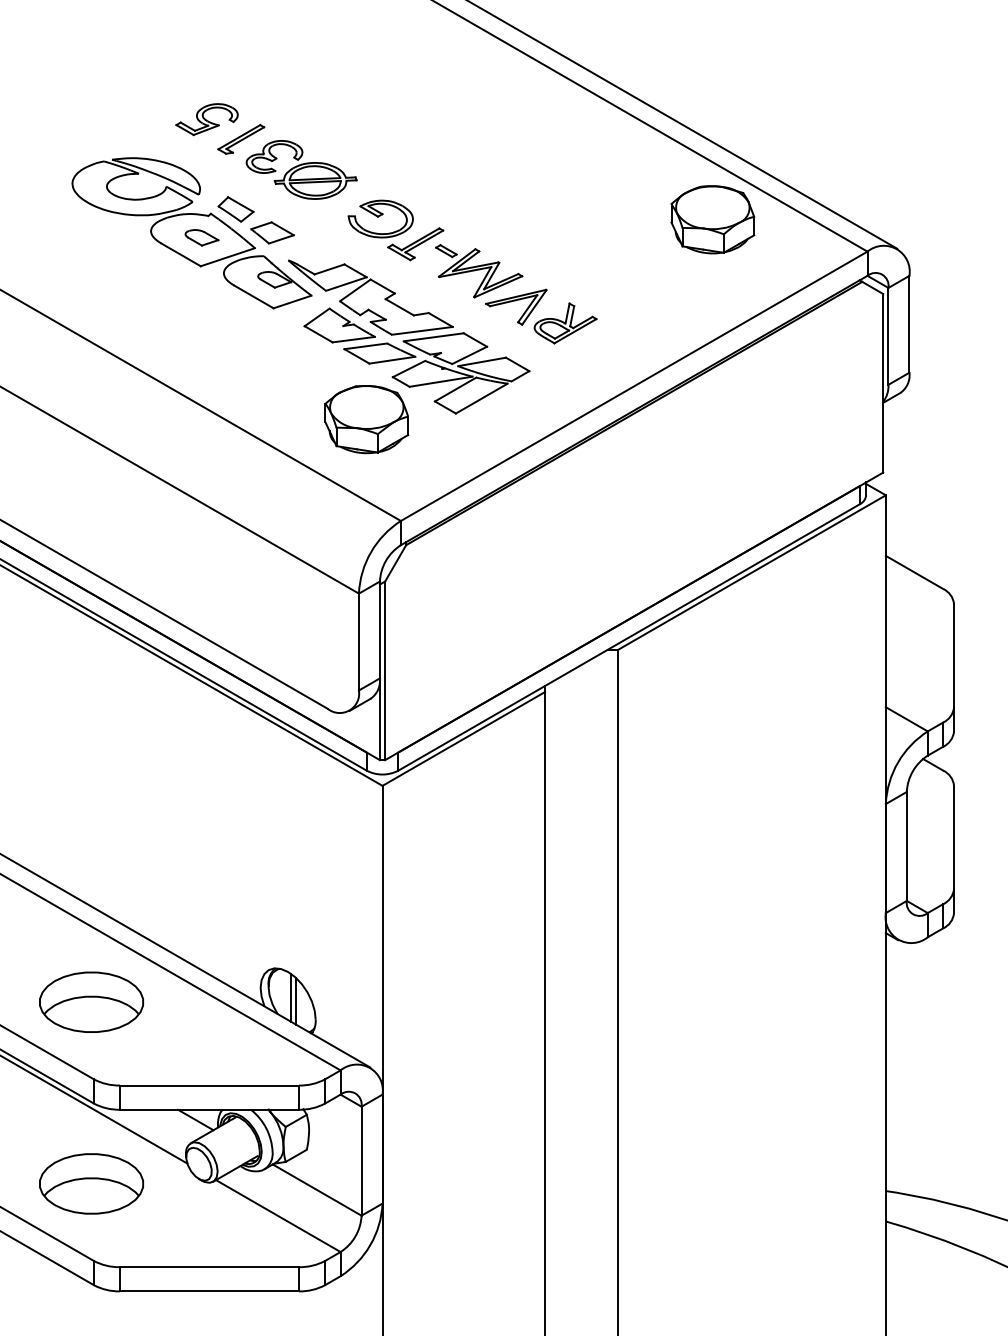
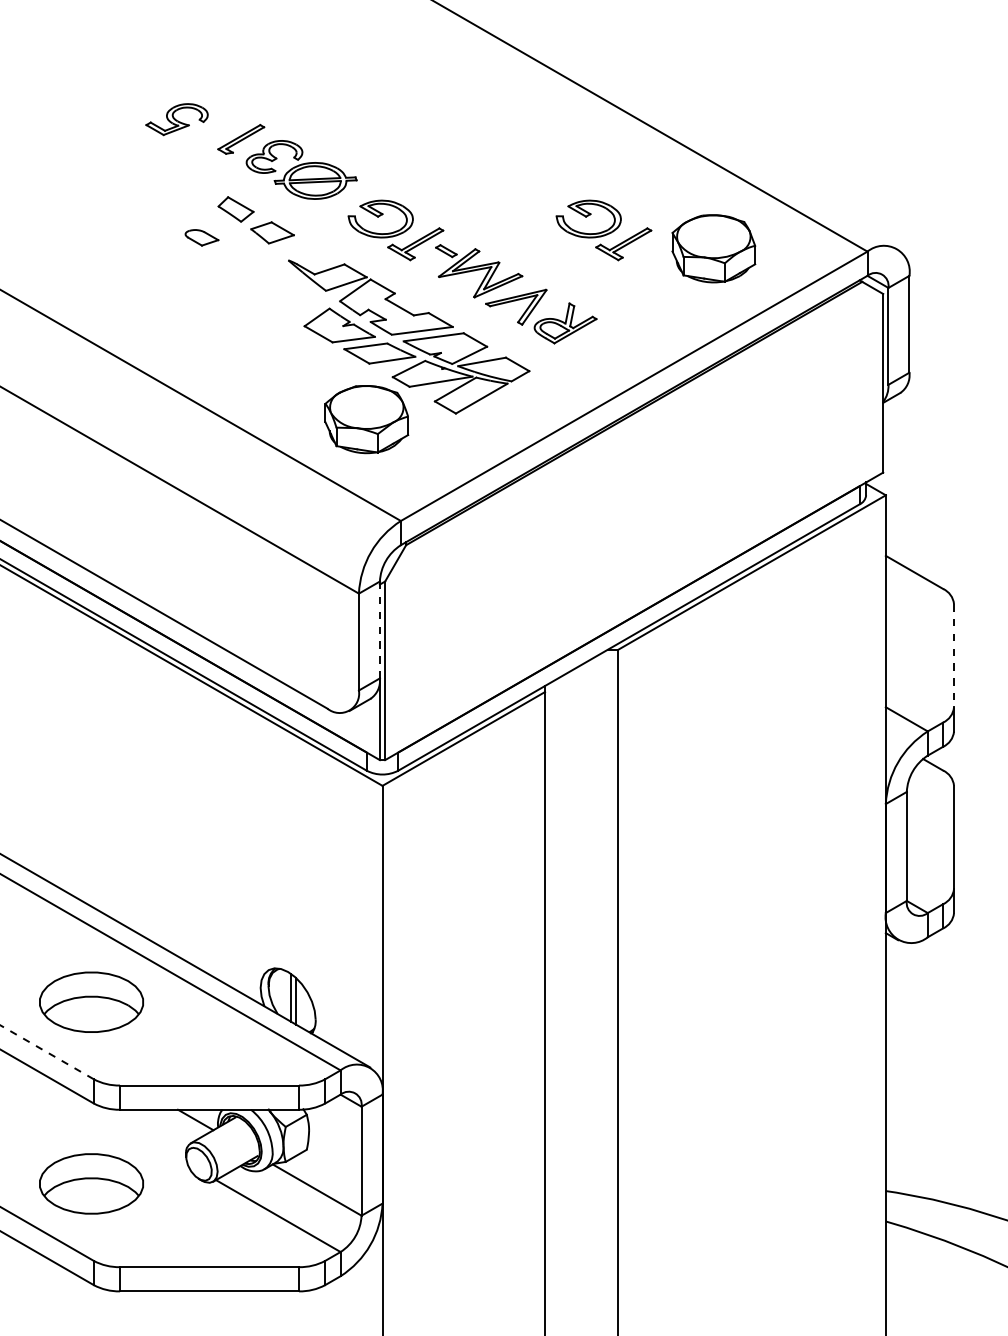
part at (206, 119) position: (206, 119) -> (176, 119)
line at (683, 125): present -> none
part at (712, 219) position: (712, 219) -> (713, 248)
part at (603, 230): none -> present
part at (191, 233): present -> none
line at (379, 629): solid -> dashed
line at (954, 655): solid -> dashed
line at (47, 1052): solid -> dashed
line at (94, 1110): present -> none
